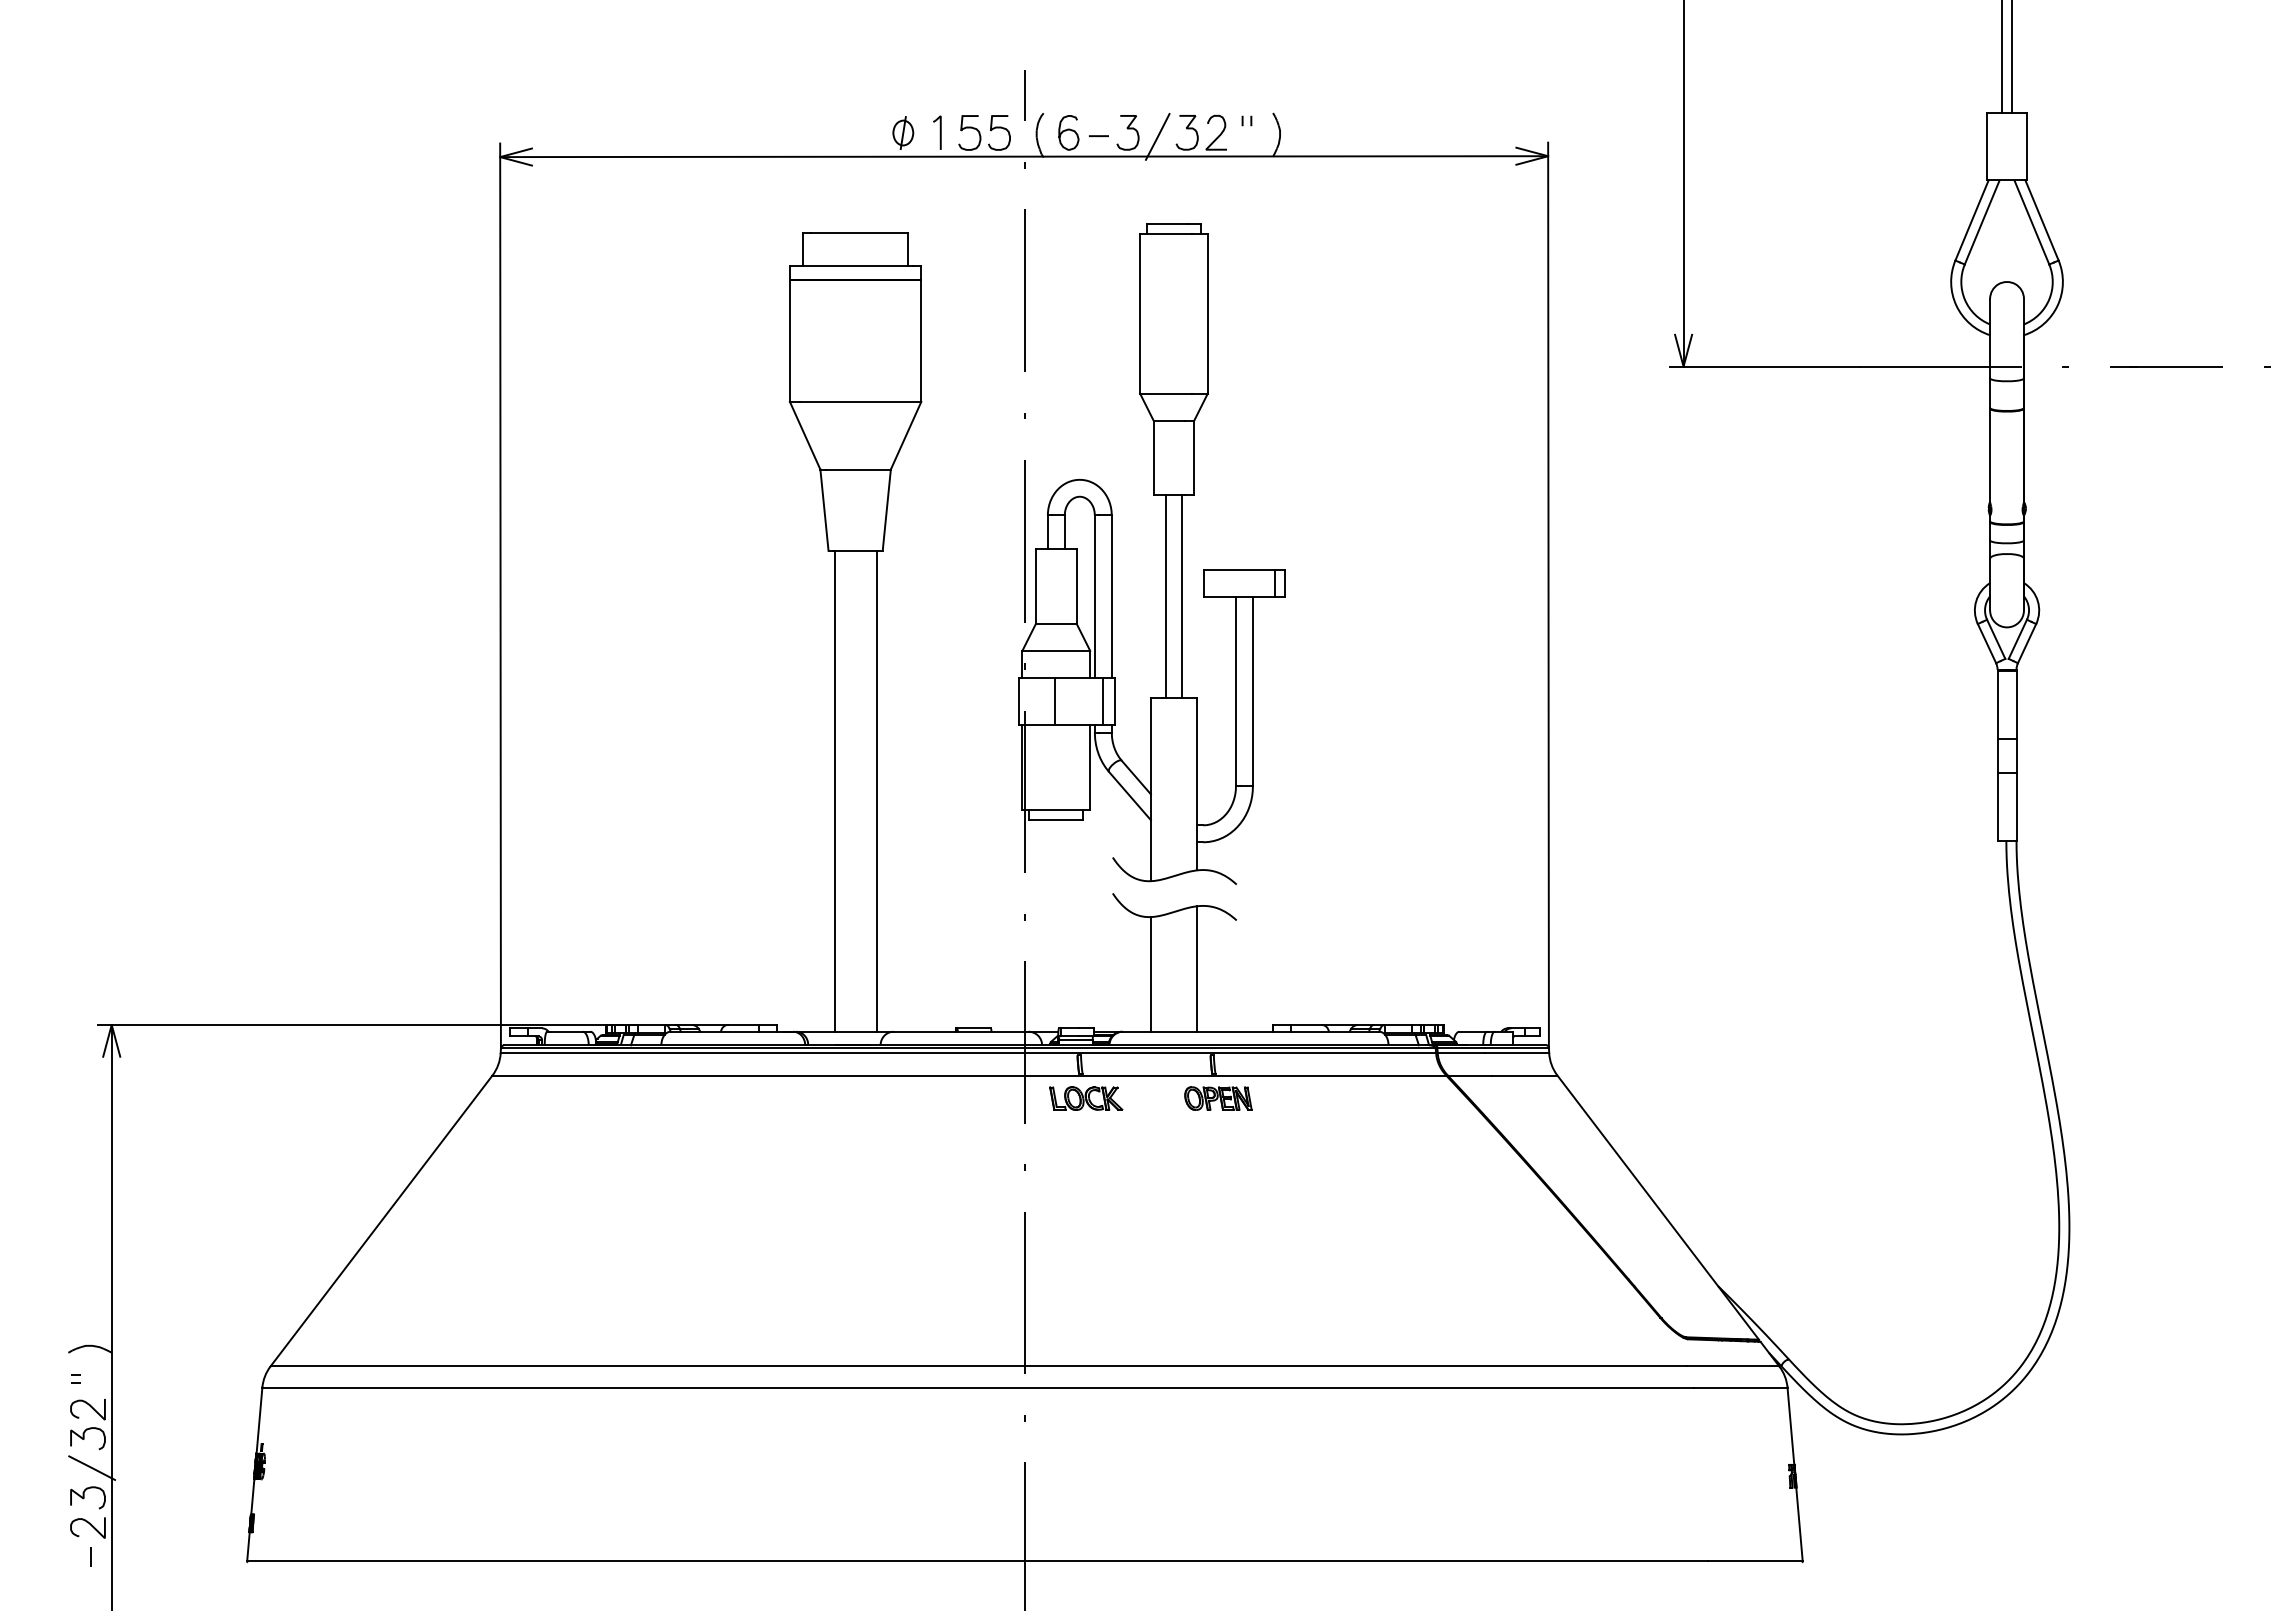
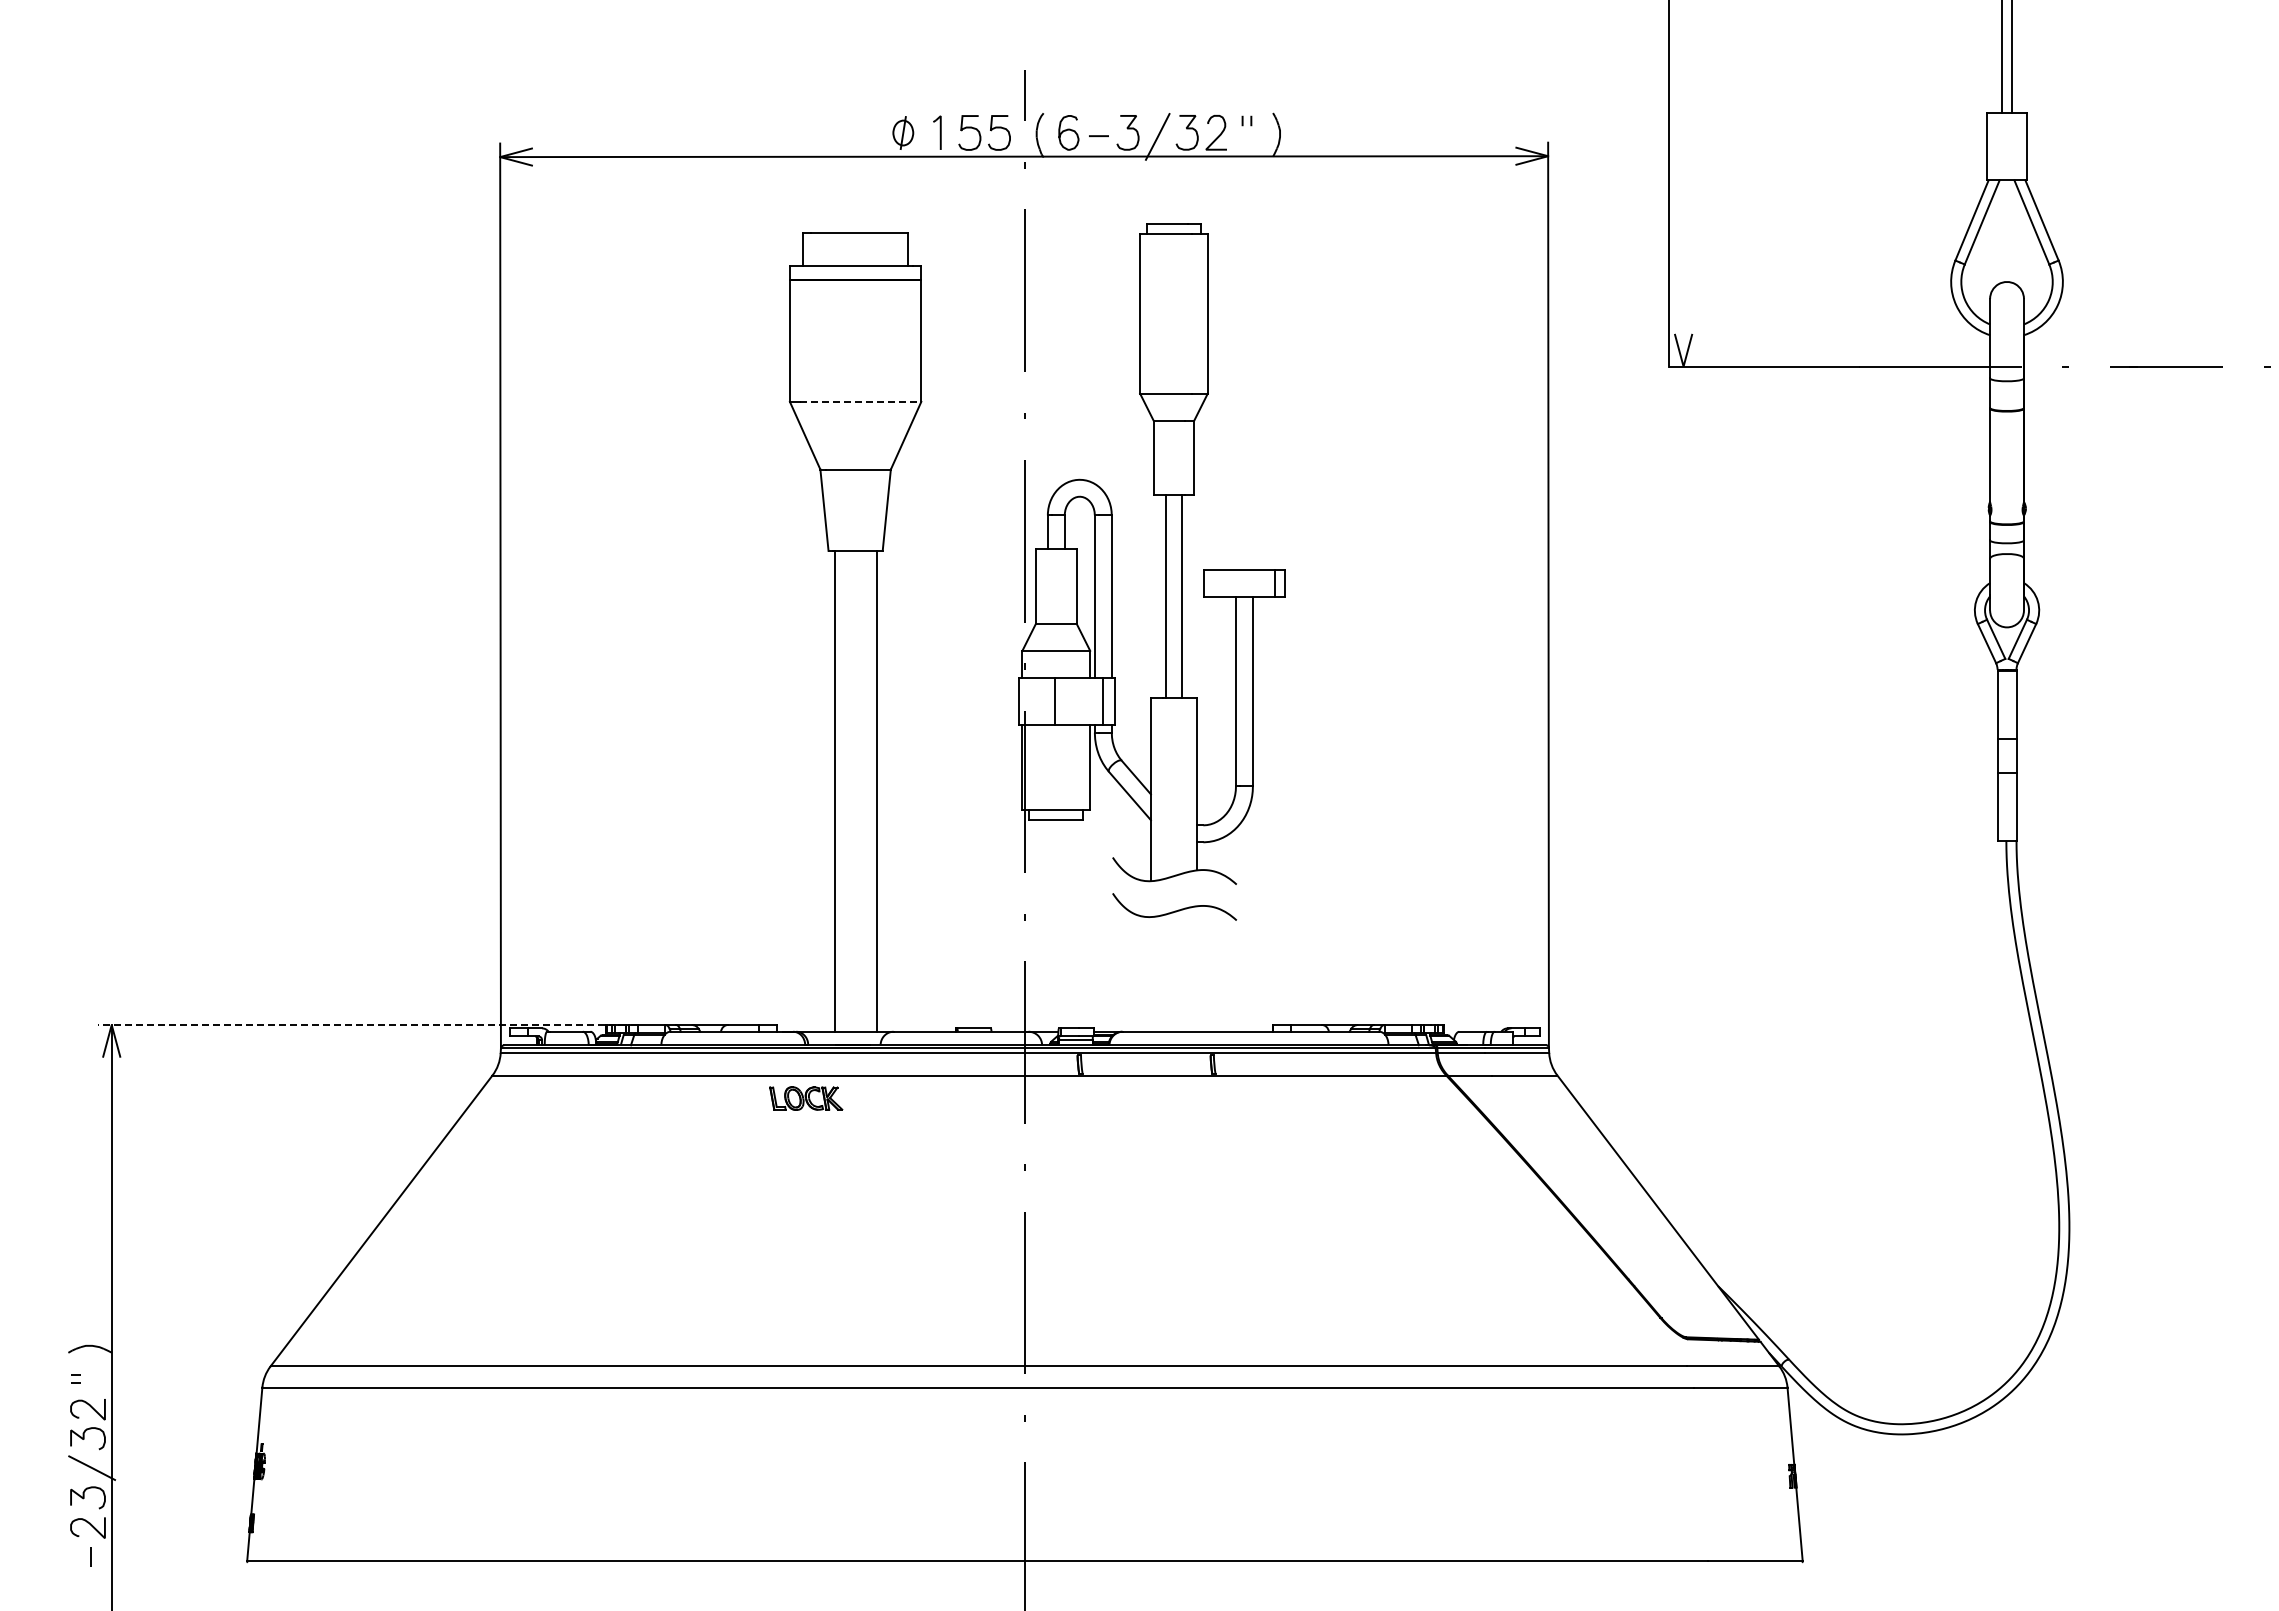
line at (1683, 184) position: (1683, 184) -> (1668, 184)
line at (860, 401): solid -> dashed
line at (1196, 968): present -> none
line at (1150, 974): present -> none
line at (367, 1024): solid -> dashed
part at (1086, 1098) position: (1086, 1098) -> (806, 1098)
part at (1218, 1098): present -> none
